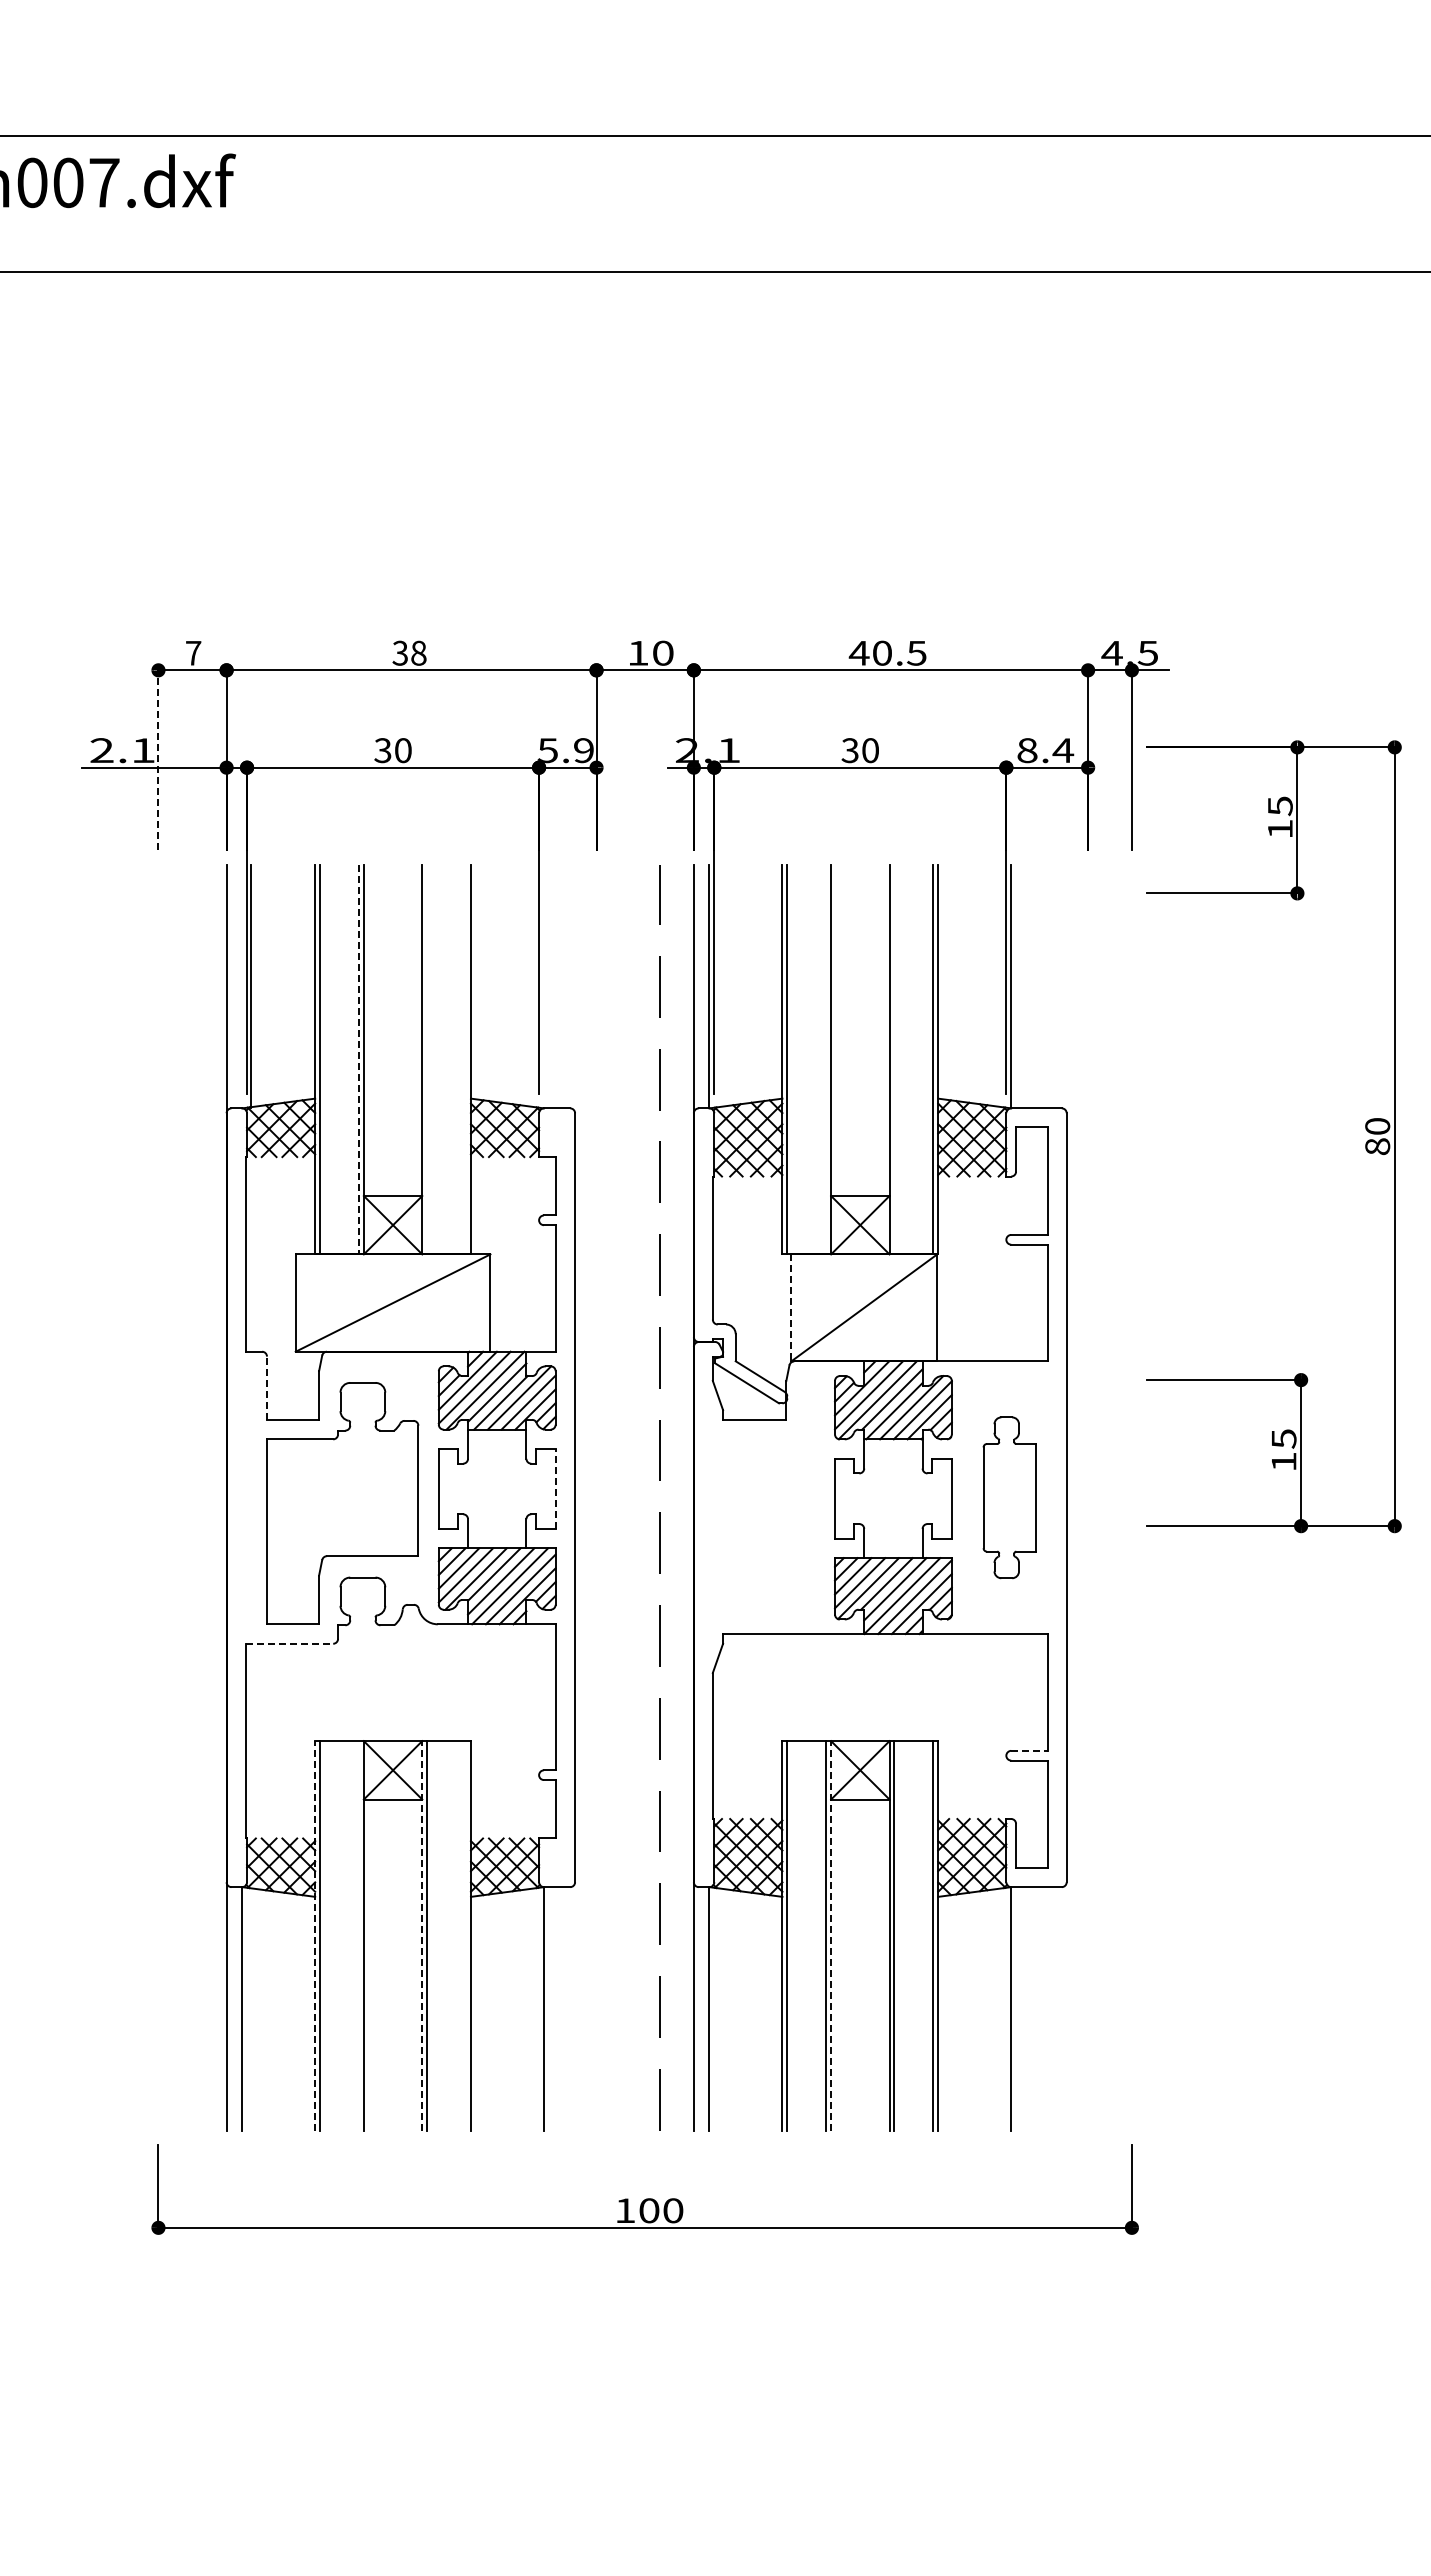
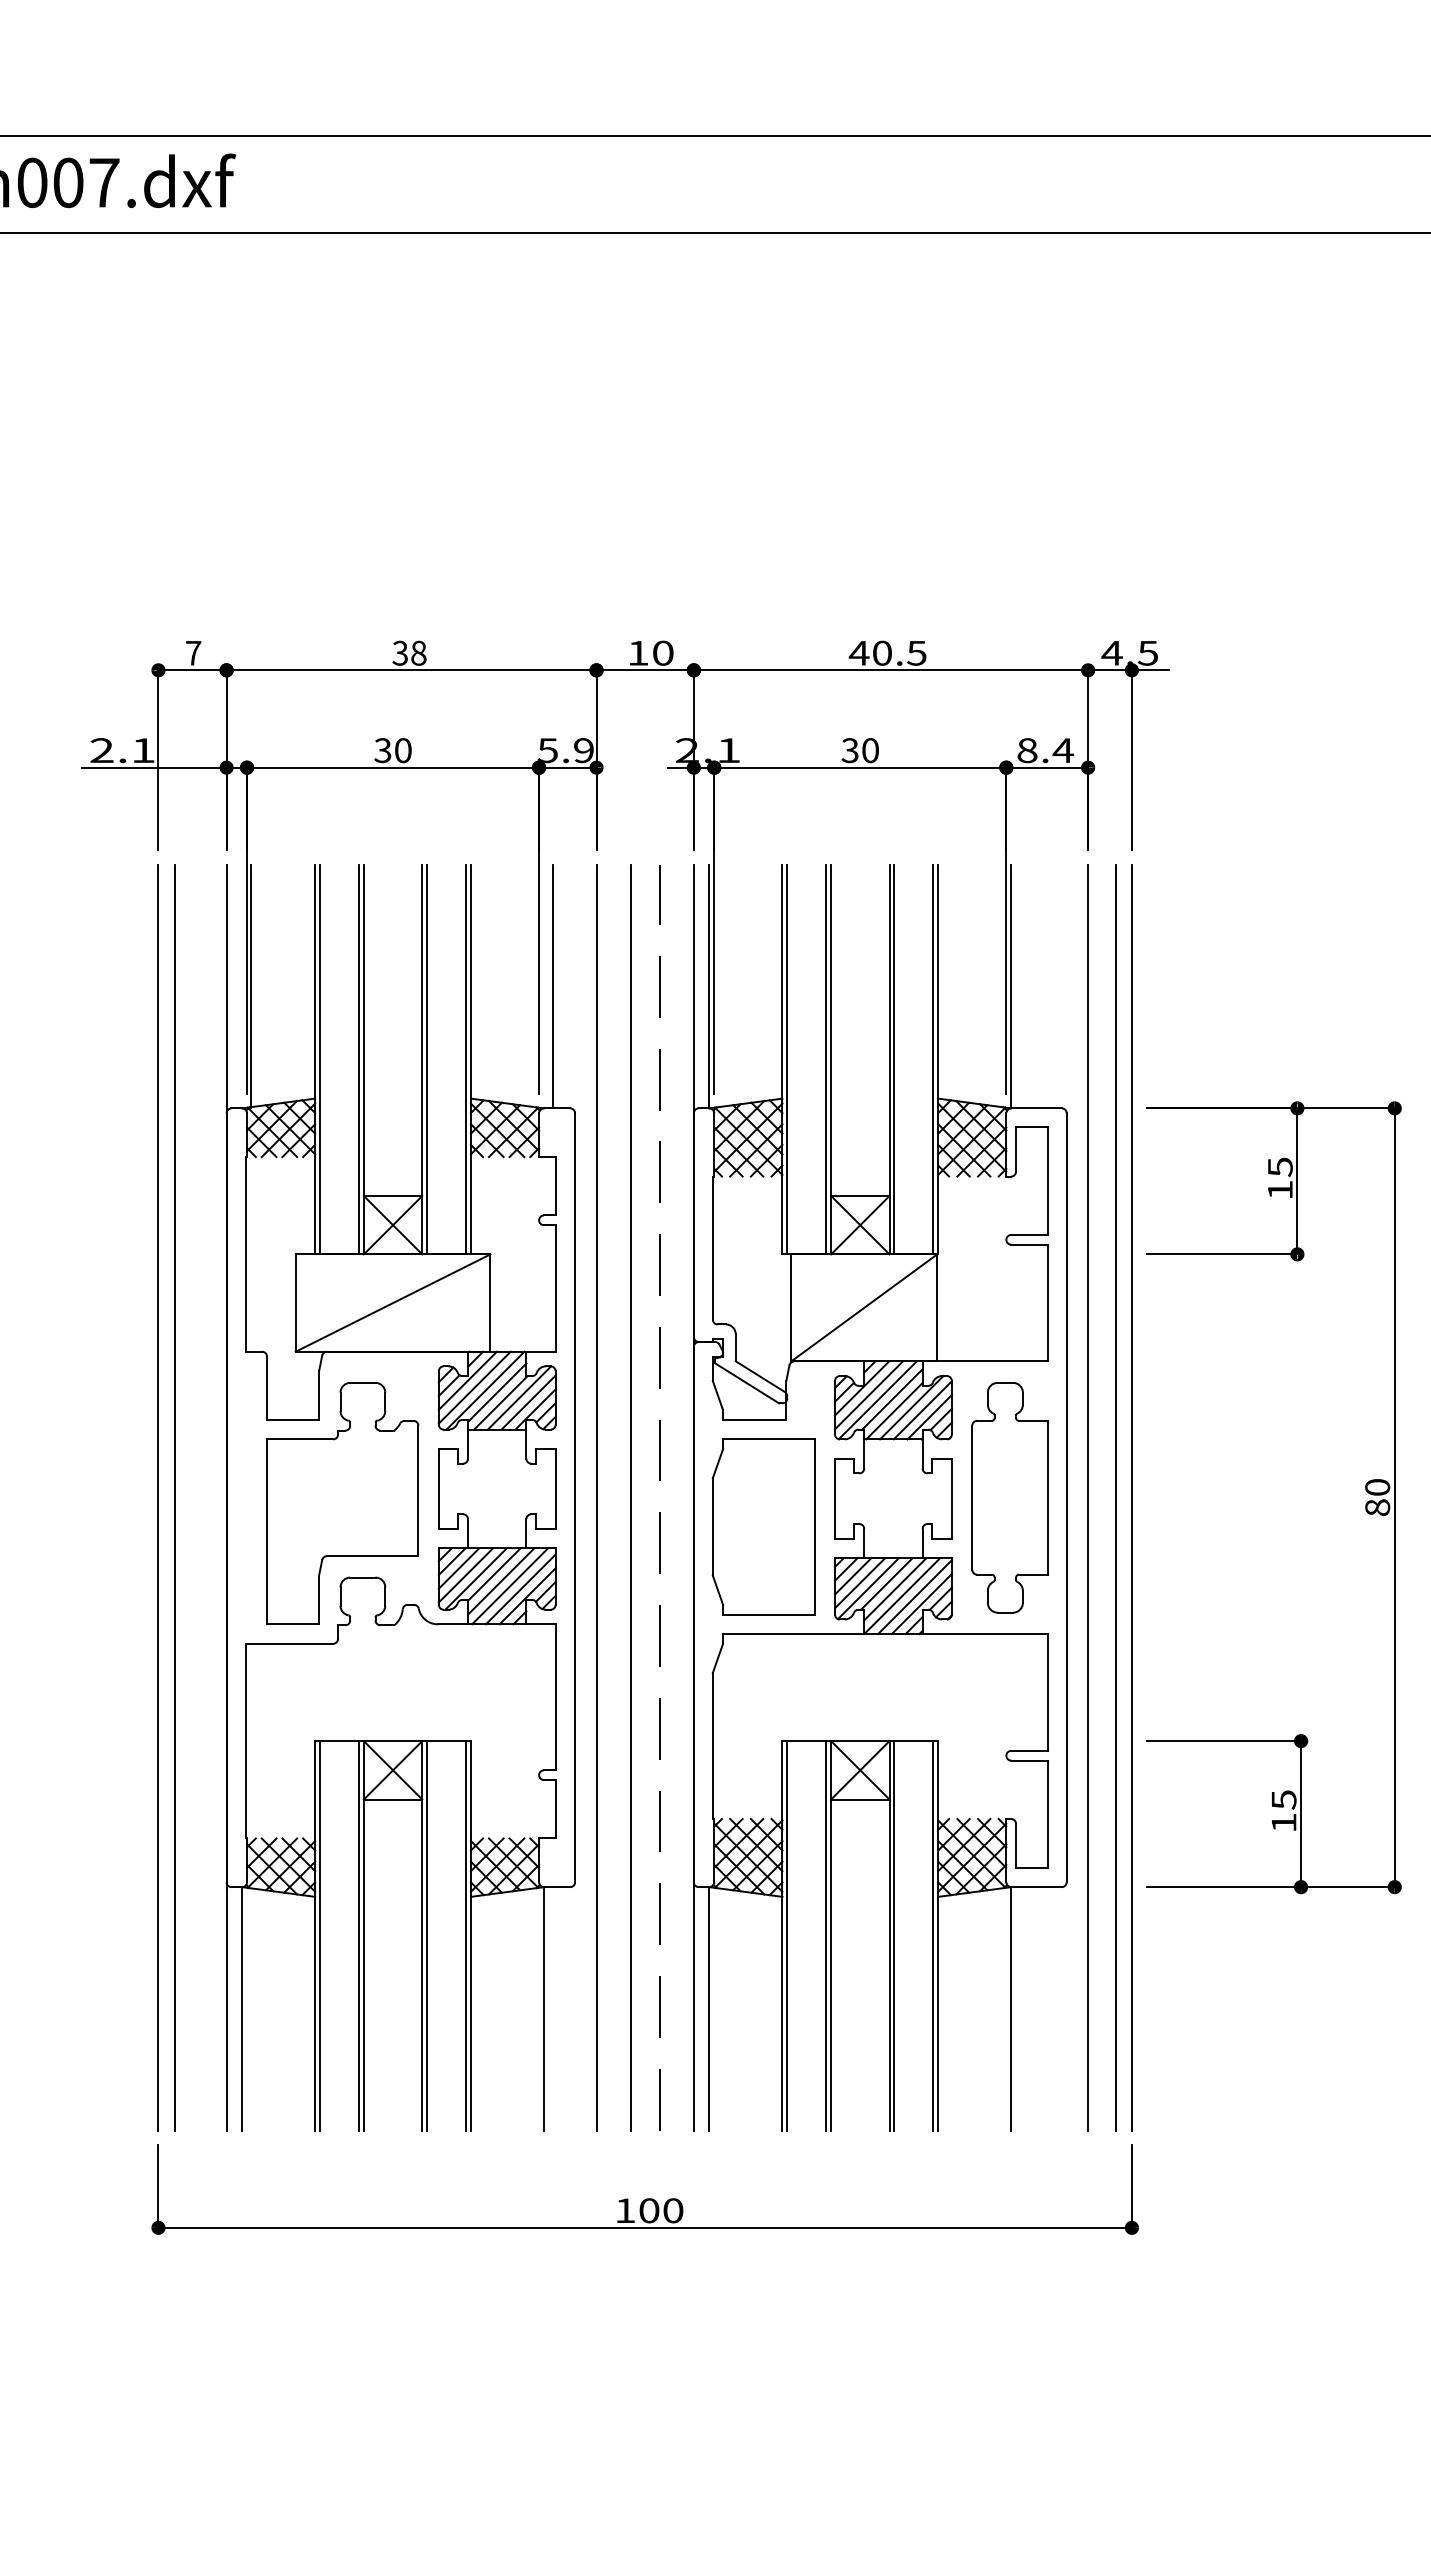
line at (714, 272) position: (714, 272) -> (714, 233)
line at (158, 759): dashed -> solid
line at (552, 986): none -> present
line at (359, 1059): dashed -> solid
line at (427, 1059): none -> present
line at (466, 1059): none -> present
line at (826, 1059): none -> present
line at (894, 1059): none -> present
part at (1365, 1129) position: (1365, 1129) -> (1365, 1490)
line at (791, 1307): dashed -> solid
line at (267, 1388): dashed -> solid
line at (555, 1489): dashed -> solid
line at (158, 1497): none -> present
line at (174, 1497): none -> present
line at (596, 1497): none -> present
line at (630, 1497): none -> present
part at (1009, 1497) size: 55x164 px -> 78x232 px
line at (1087, 1497): none -> present
line at (1115, 1497): none -> present
line at (1131, 1497): none -> present
part at (763, 1526): none -> present
line at (289, 1643): dashed -> solid
line at (1029, 1750): dashed -> solid
line at (315, 1935): dashed -> solid
line at (359, 1935): none -> present
line at (422, 1935): dashed -> solid
line at (466, 1935): none -> present
line at (831, 1935): dashed -> solid
